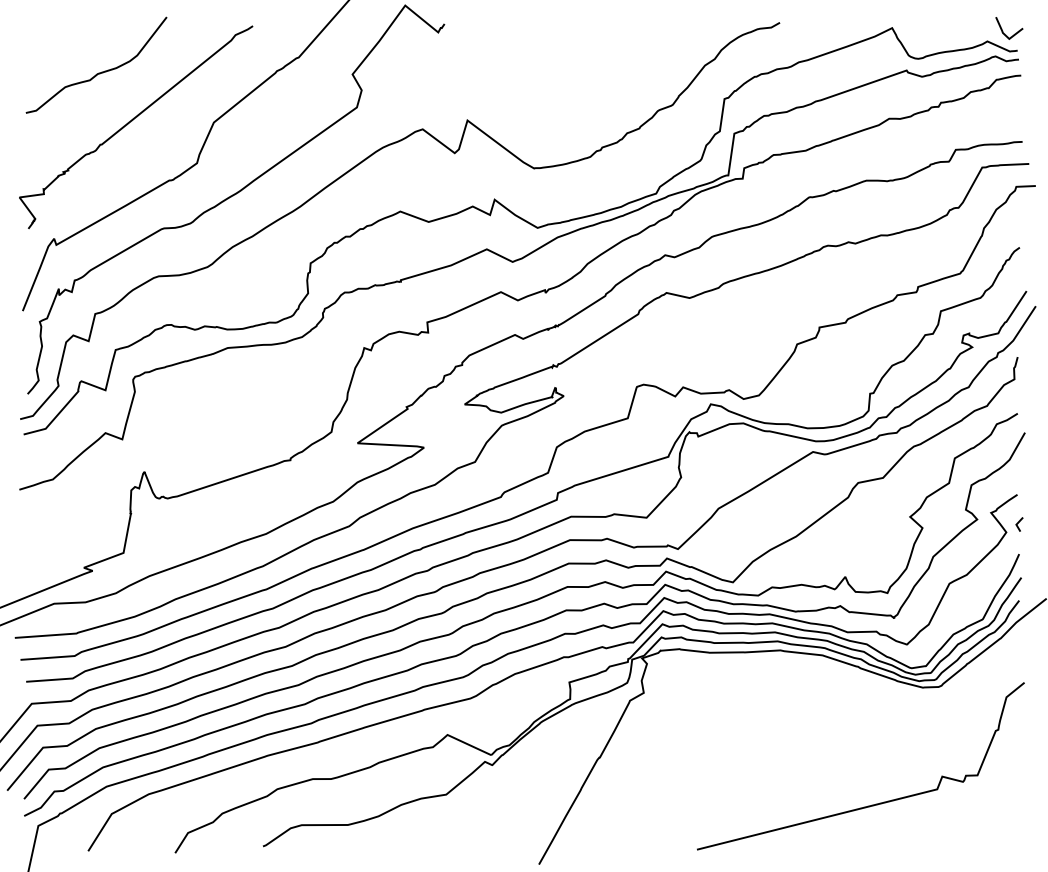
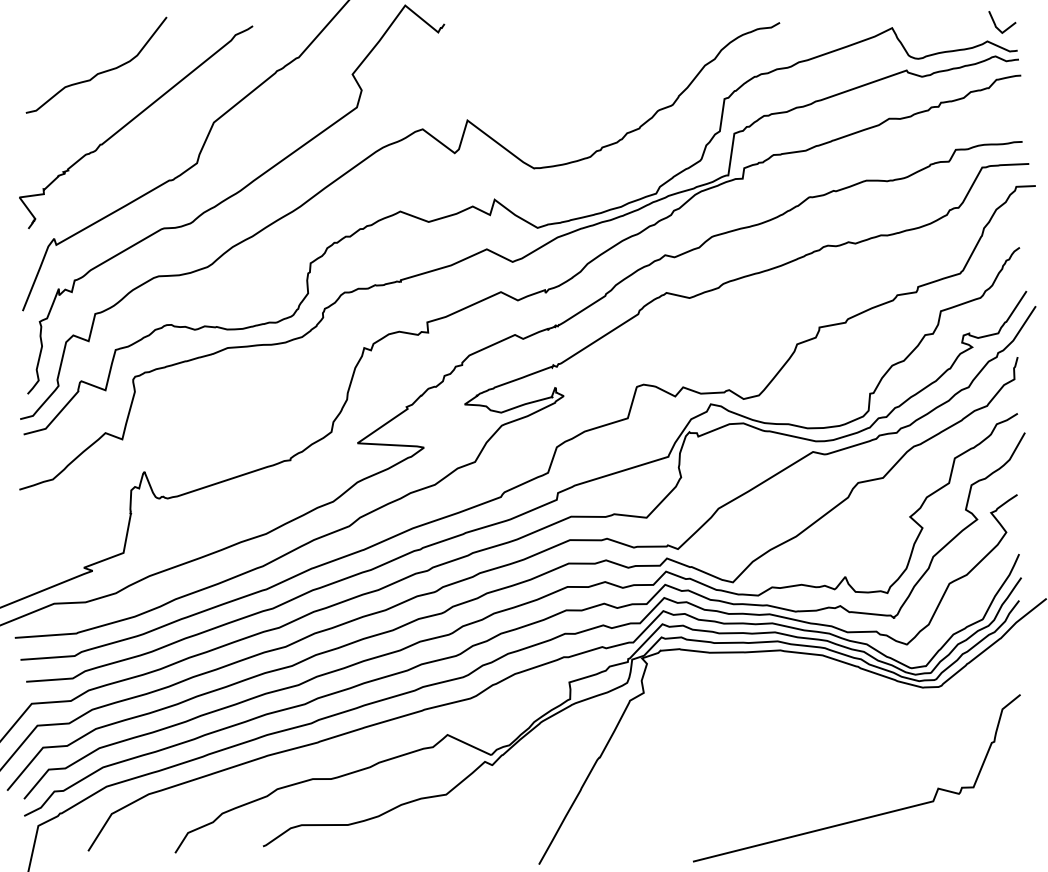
curve at (1003, 31) position: (1003, 31) -> (996, 25)
line at (1018, 523): present -> none
curve at (871, 804) position: (871, 804) -> (867, 816)
